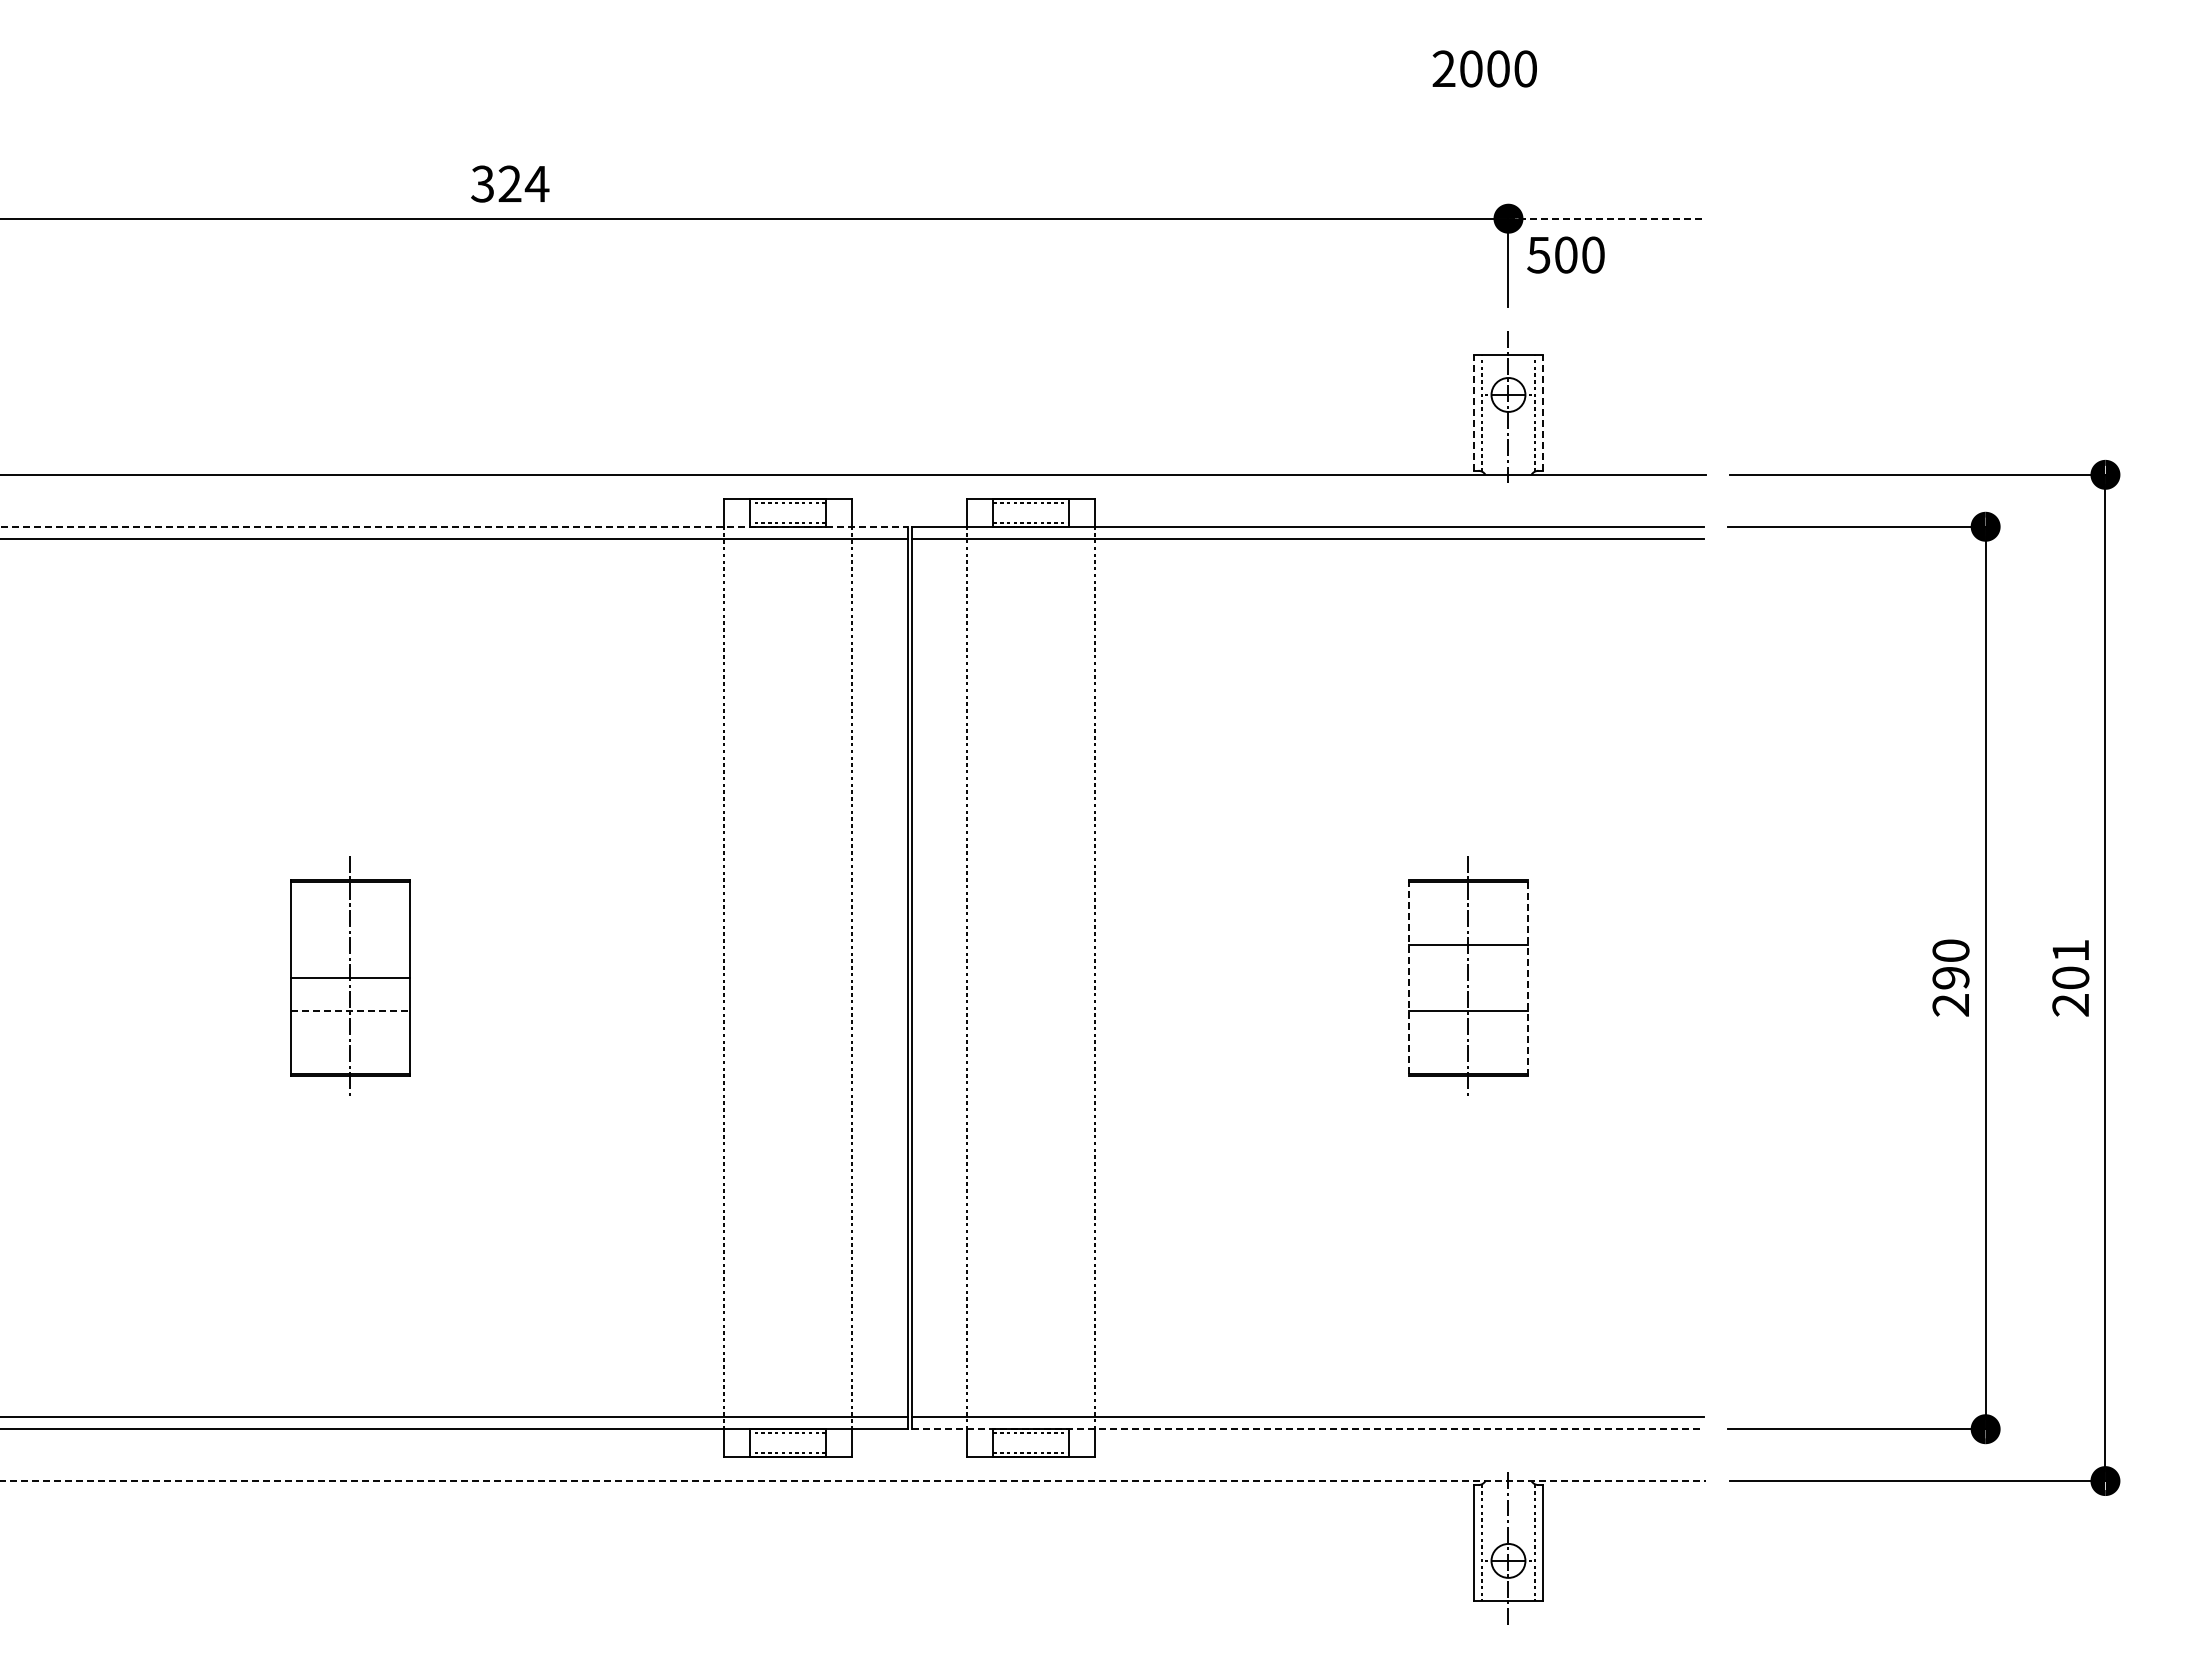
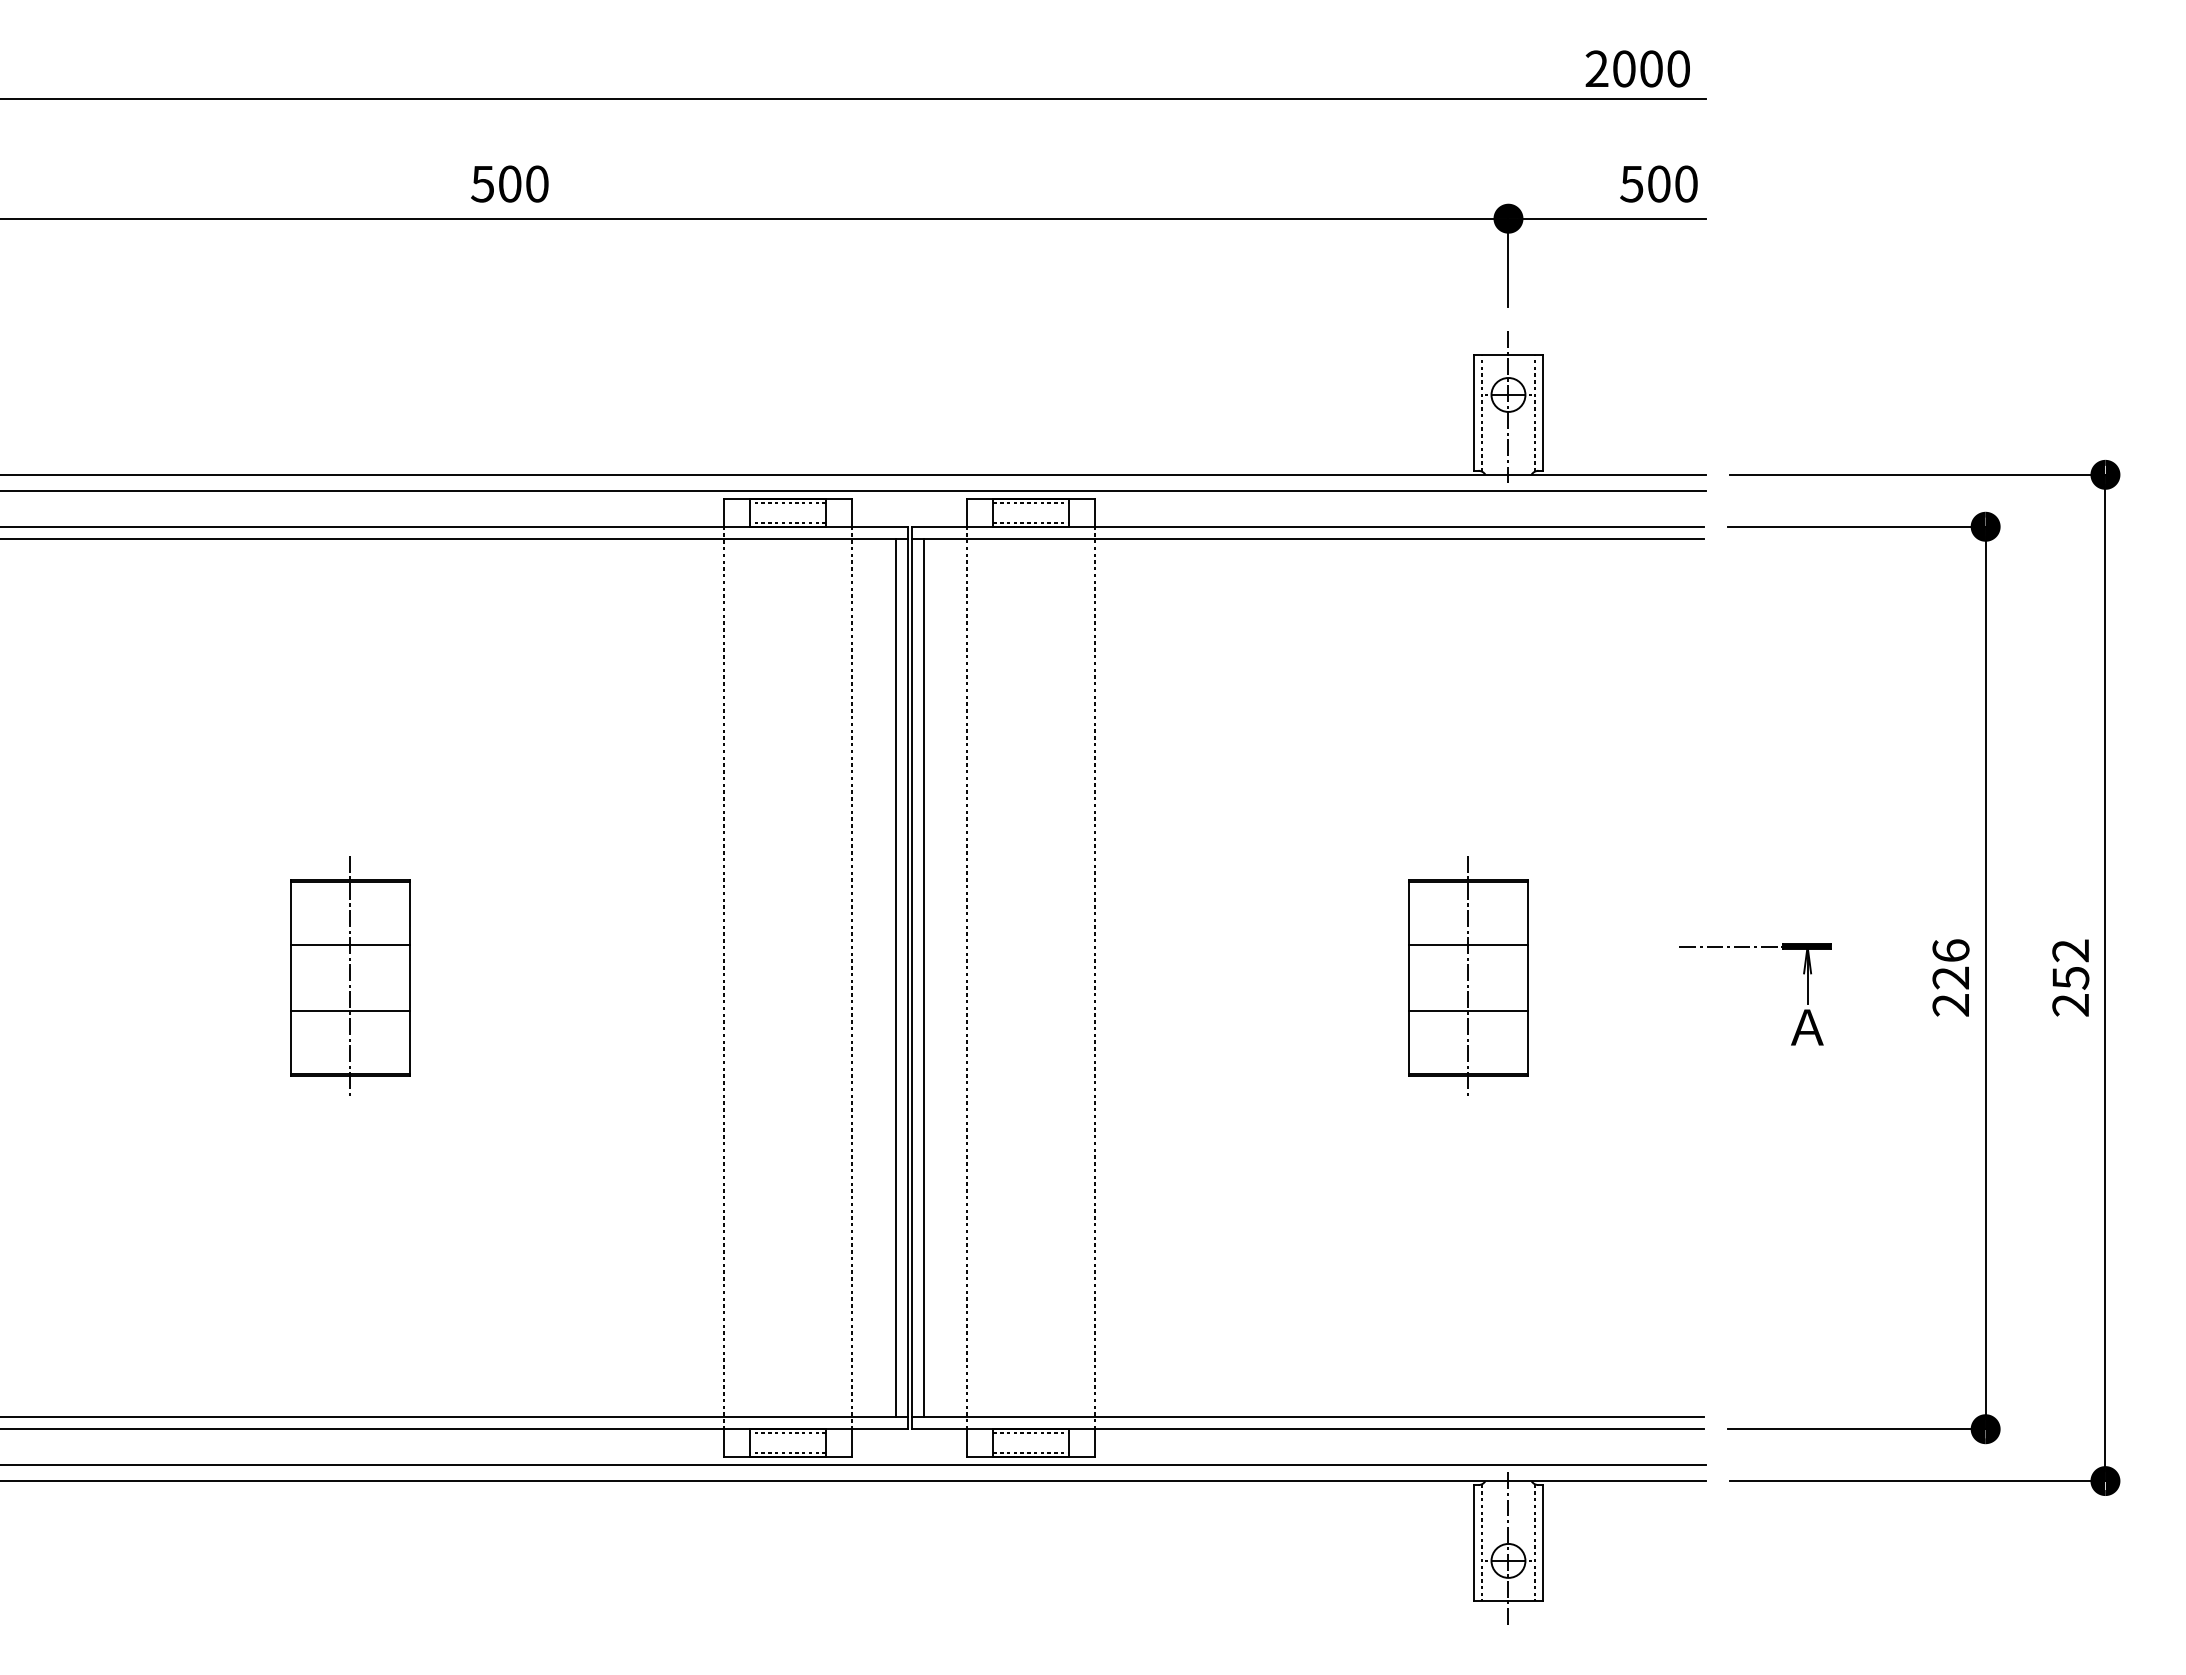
text at (1484, 68) position: (1484, 68) -> (1637, 68)
line at (854, 98): none -> present
text at (510, 183): 324 -> 500
line at (1607, 218): dashed -> solid
text at (1565, 254) position: (1565, 254) -> (1658, 183)
line at (1473, 412): dashed -> solid
line at (1543, 412): dashed -> solid
line at (854, 490): none -> present
line at (454, 526): dashed -> solid
part at (1755, 947): none -> present
text at (1950, 964): 290 -> 226
text at (2070, 964): 201 -> 252
line at (350, 977) position: (350, 977) -> (350, 944)
line at (895, 977): none -> present
line at (923, 977): none -> present
line at (1408, 977): dashed -> solid
line at (1528, 977): dashed -> solid
line at (350, 1011): dashed -> solid
line at (1308, 1429): dashed -> solid
line at (854, 1465): none -> present
line at (853, 1481): dashed -> solid
